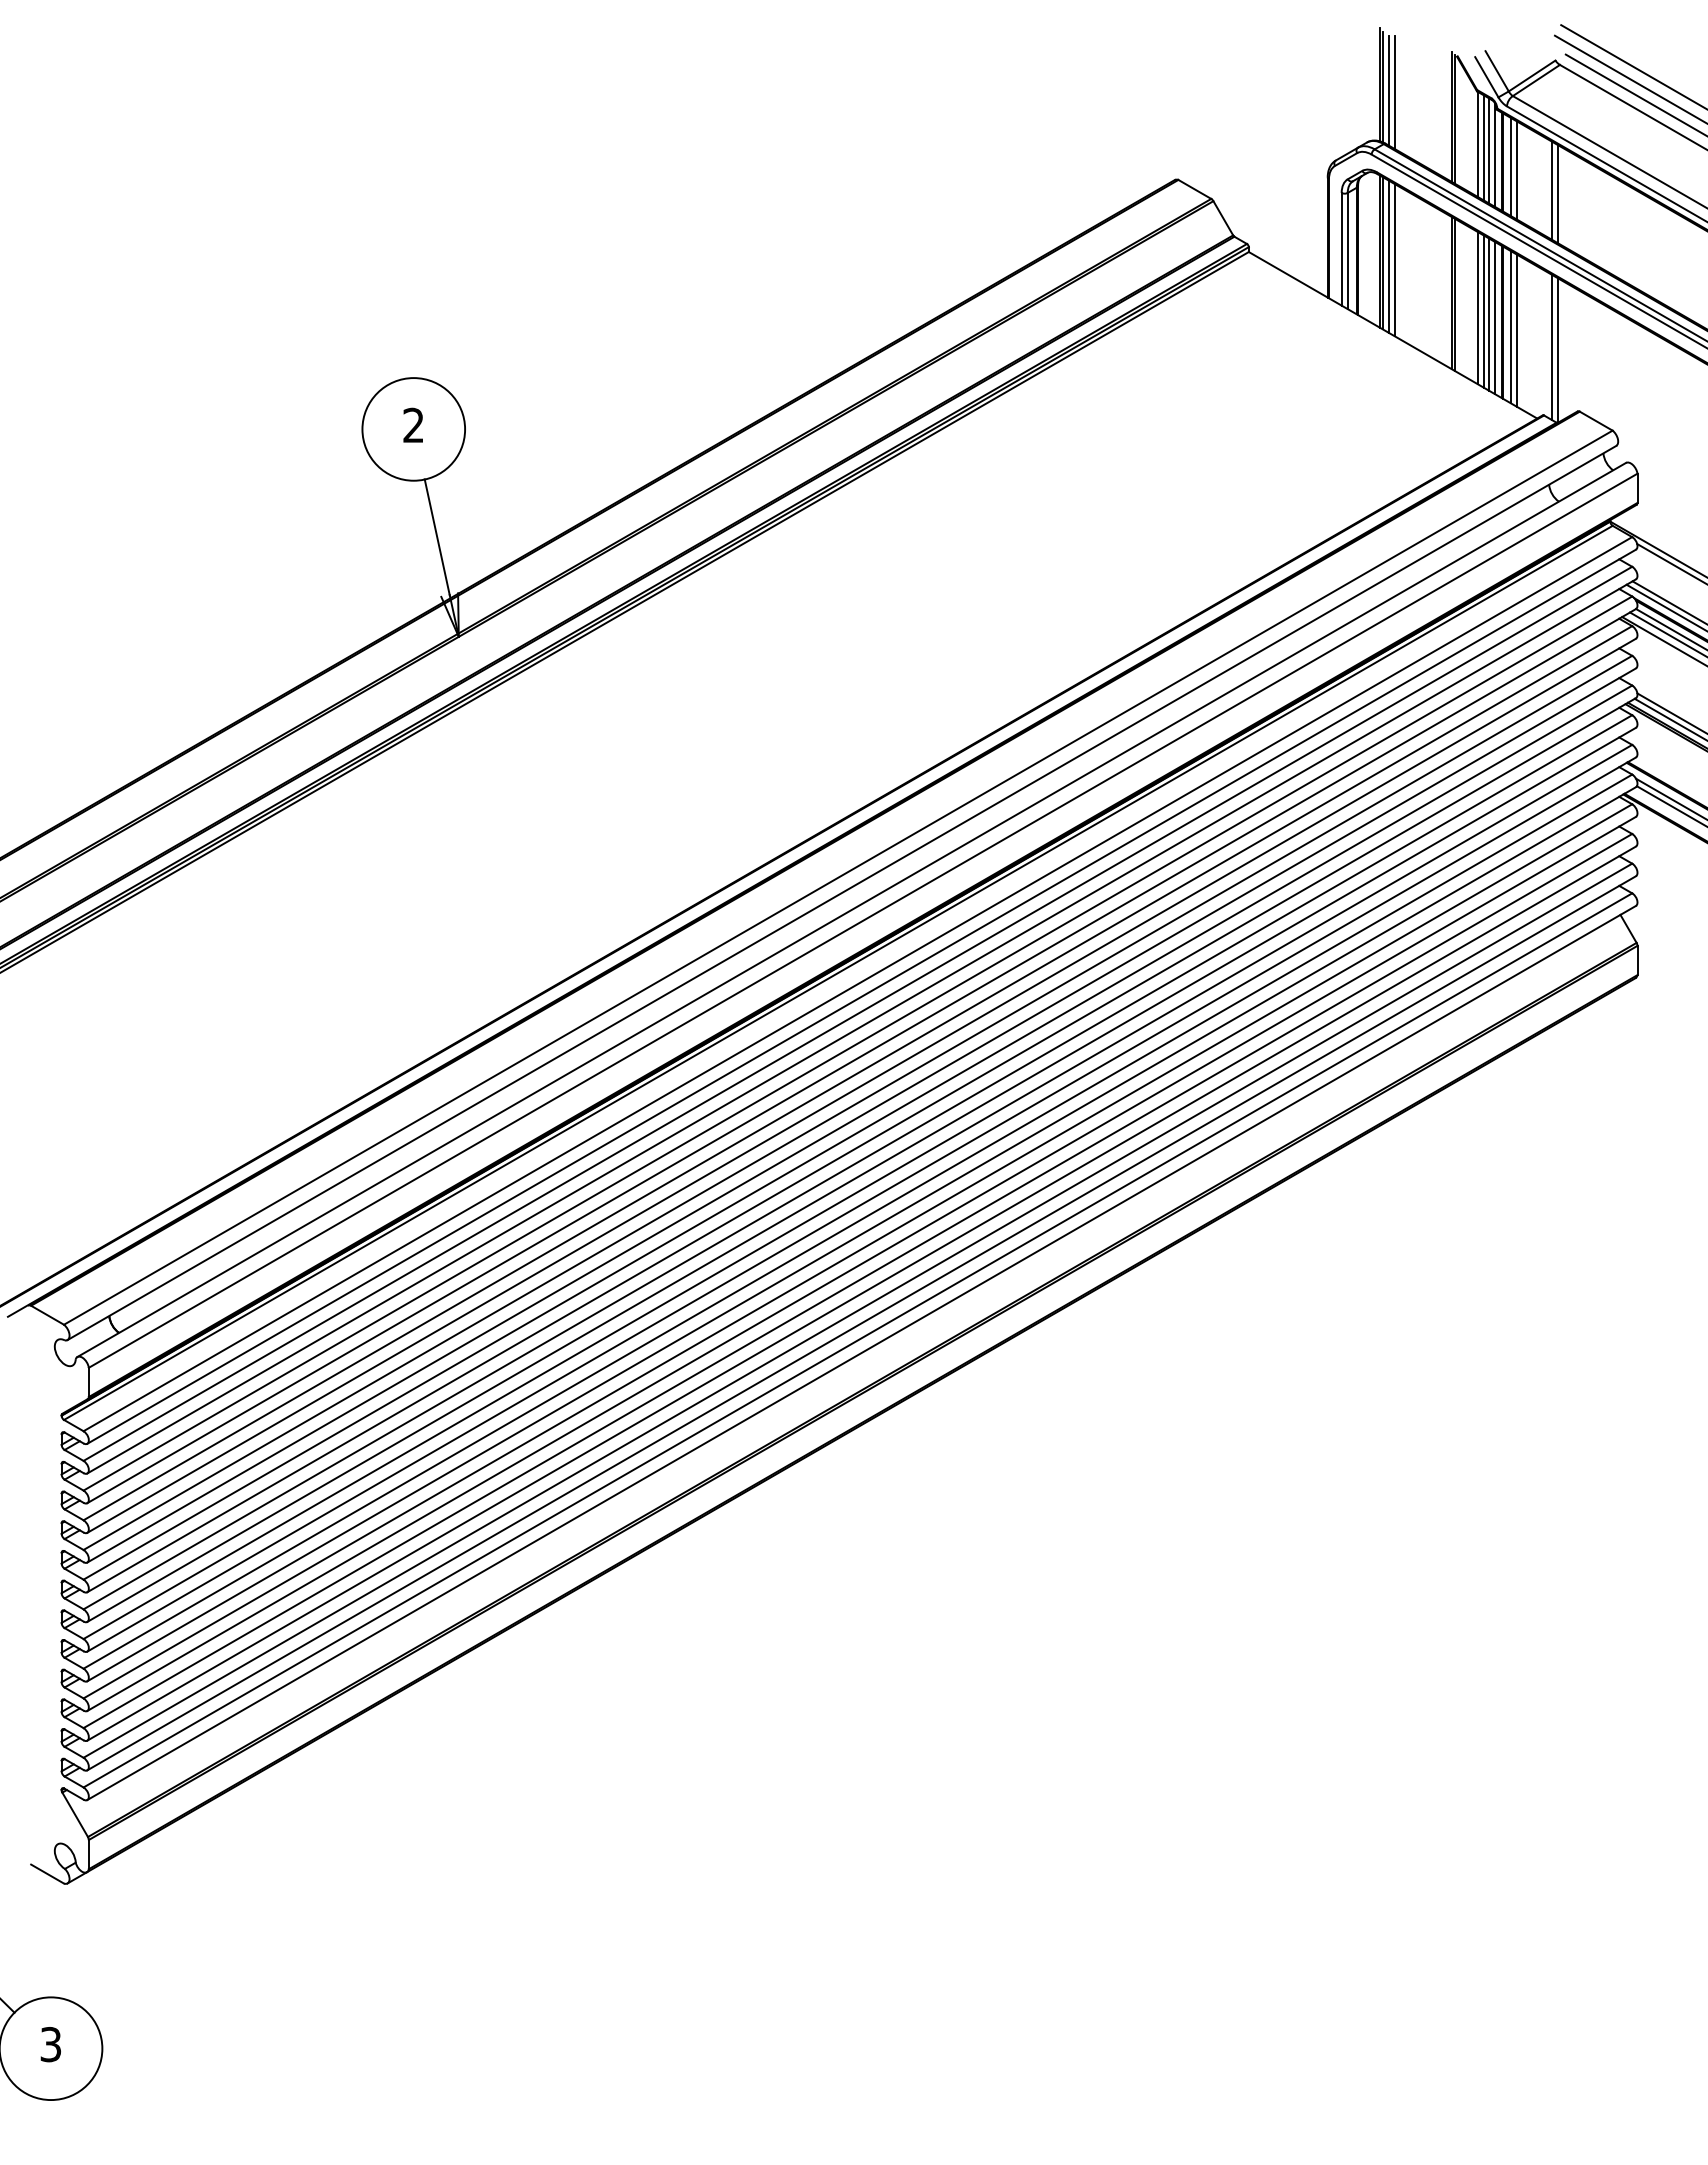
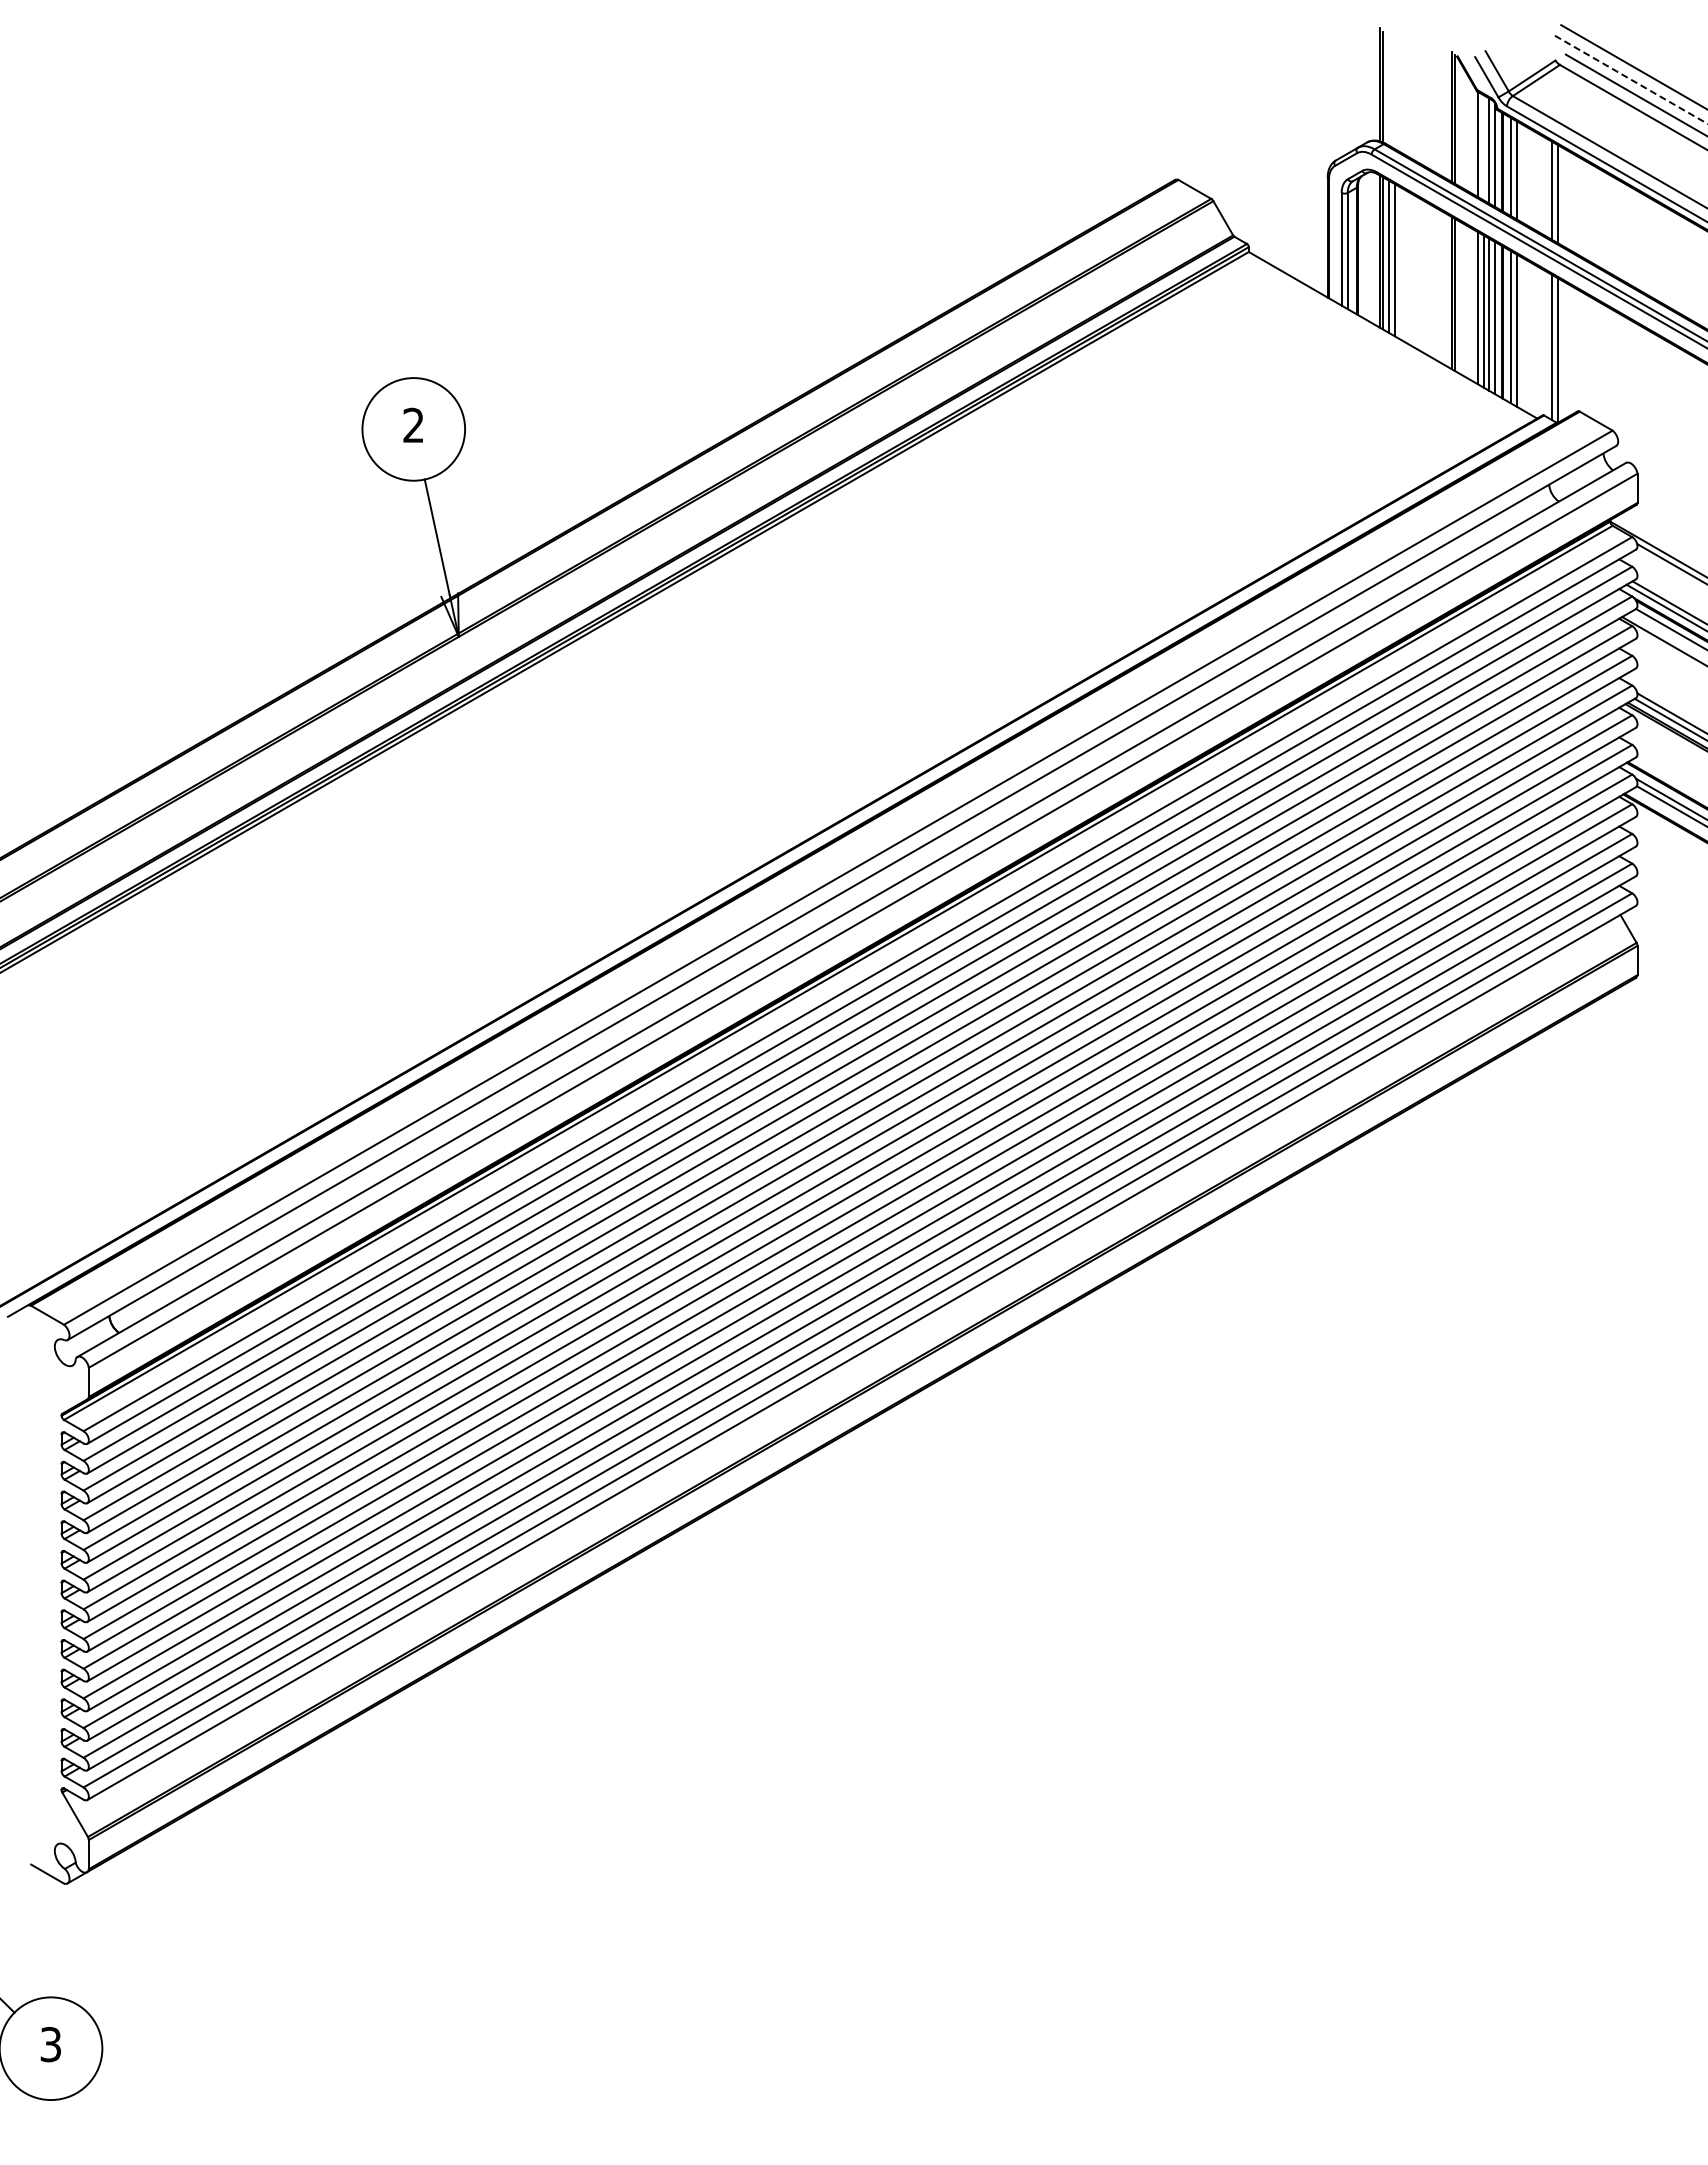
line at (1631, 80): solid -> dashed
line at (1389, 90): present -> none
line at (1395, 92): present -> none
line at (1483, 147): present -> none
line at (1667, 633): present -> none
